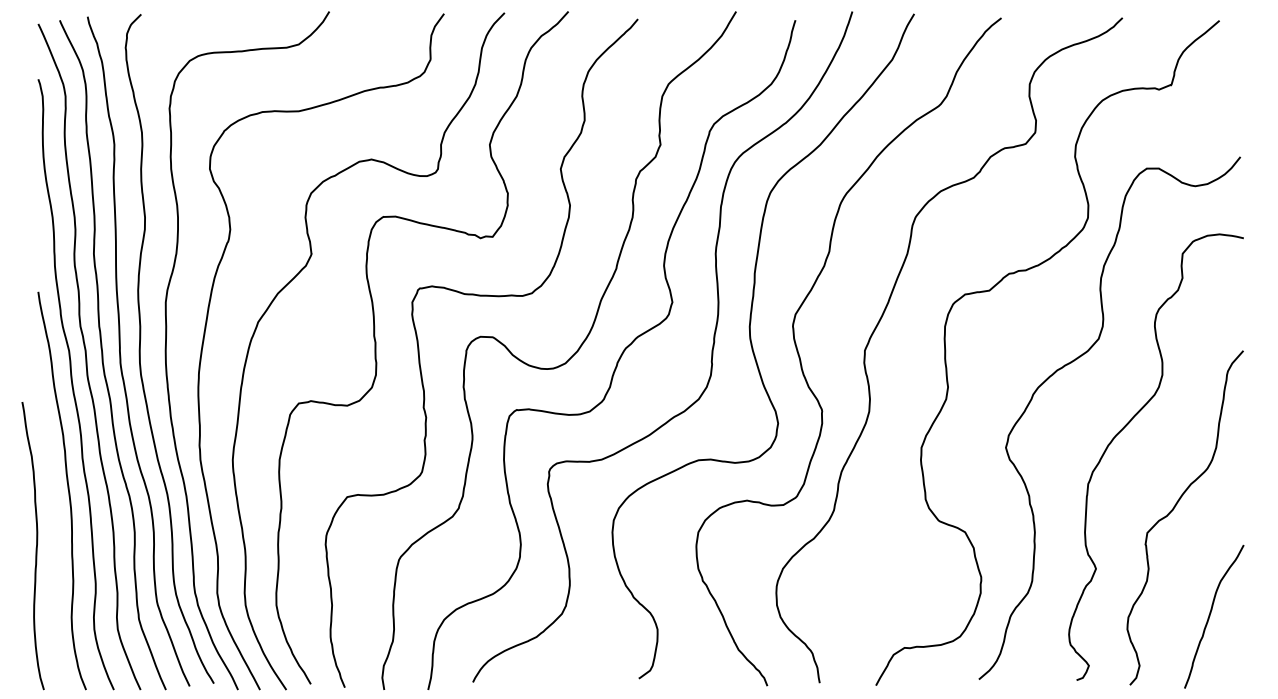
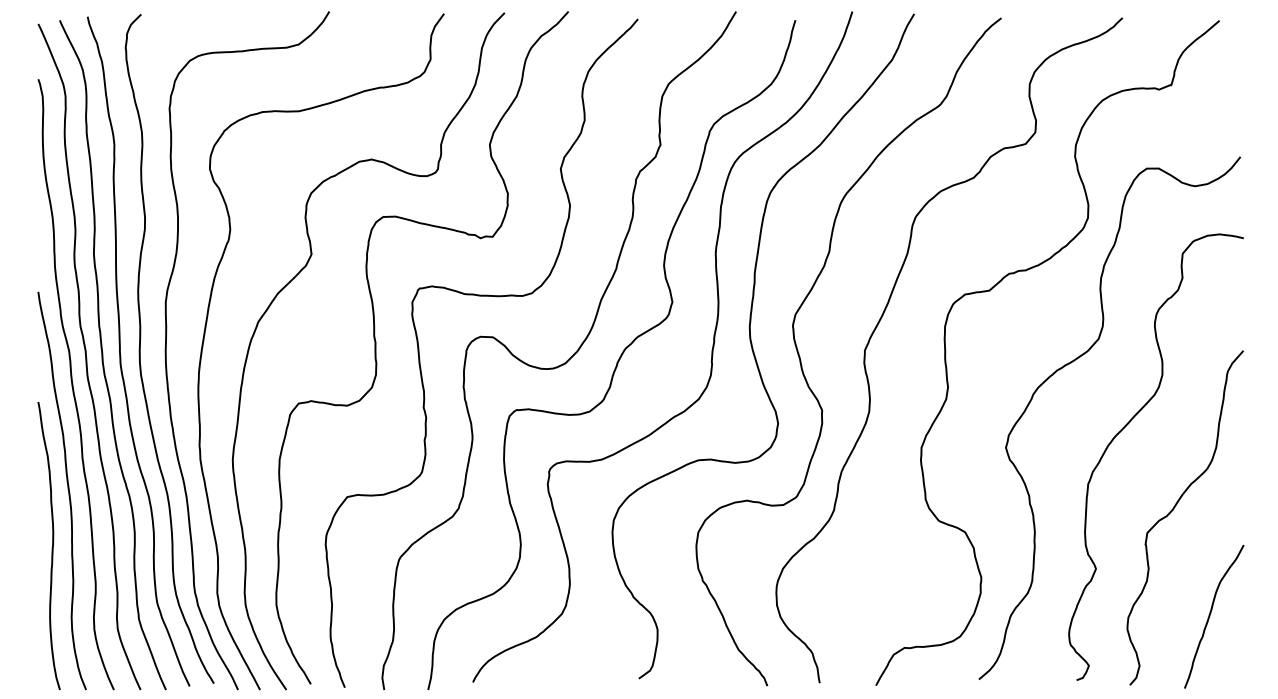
curve at (35, 547) position: (35, 547) -> (51, 547)
